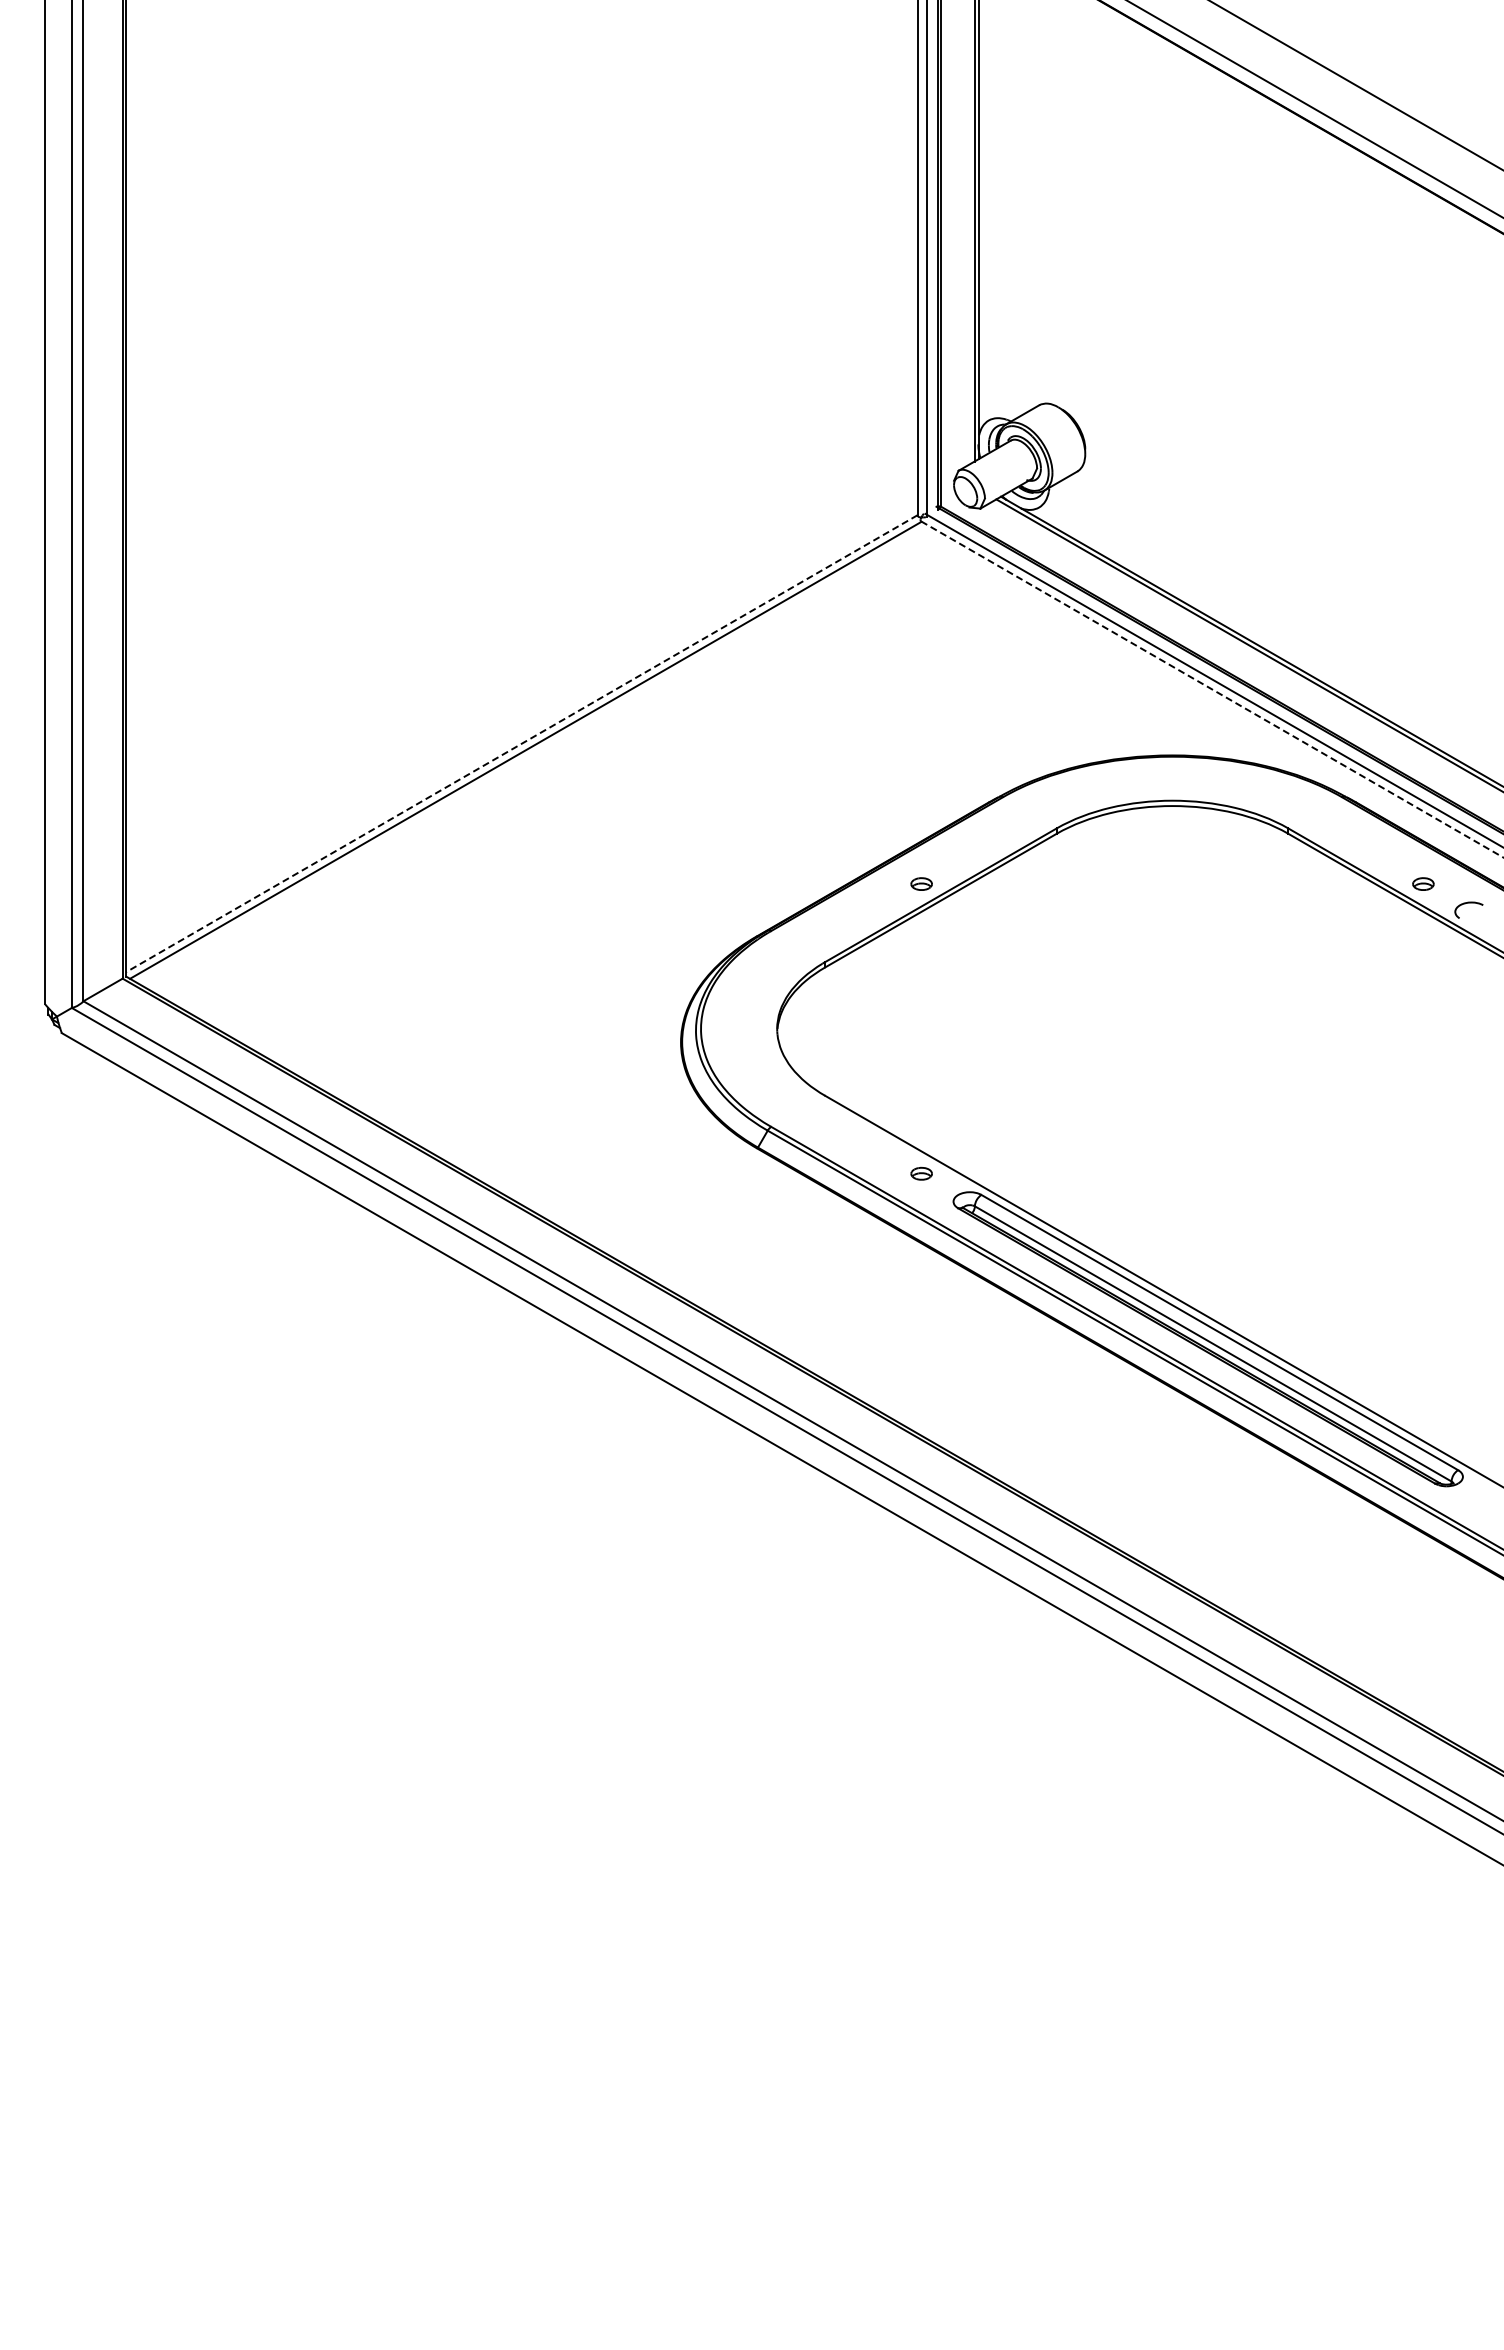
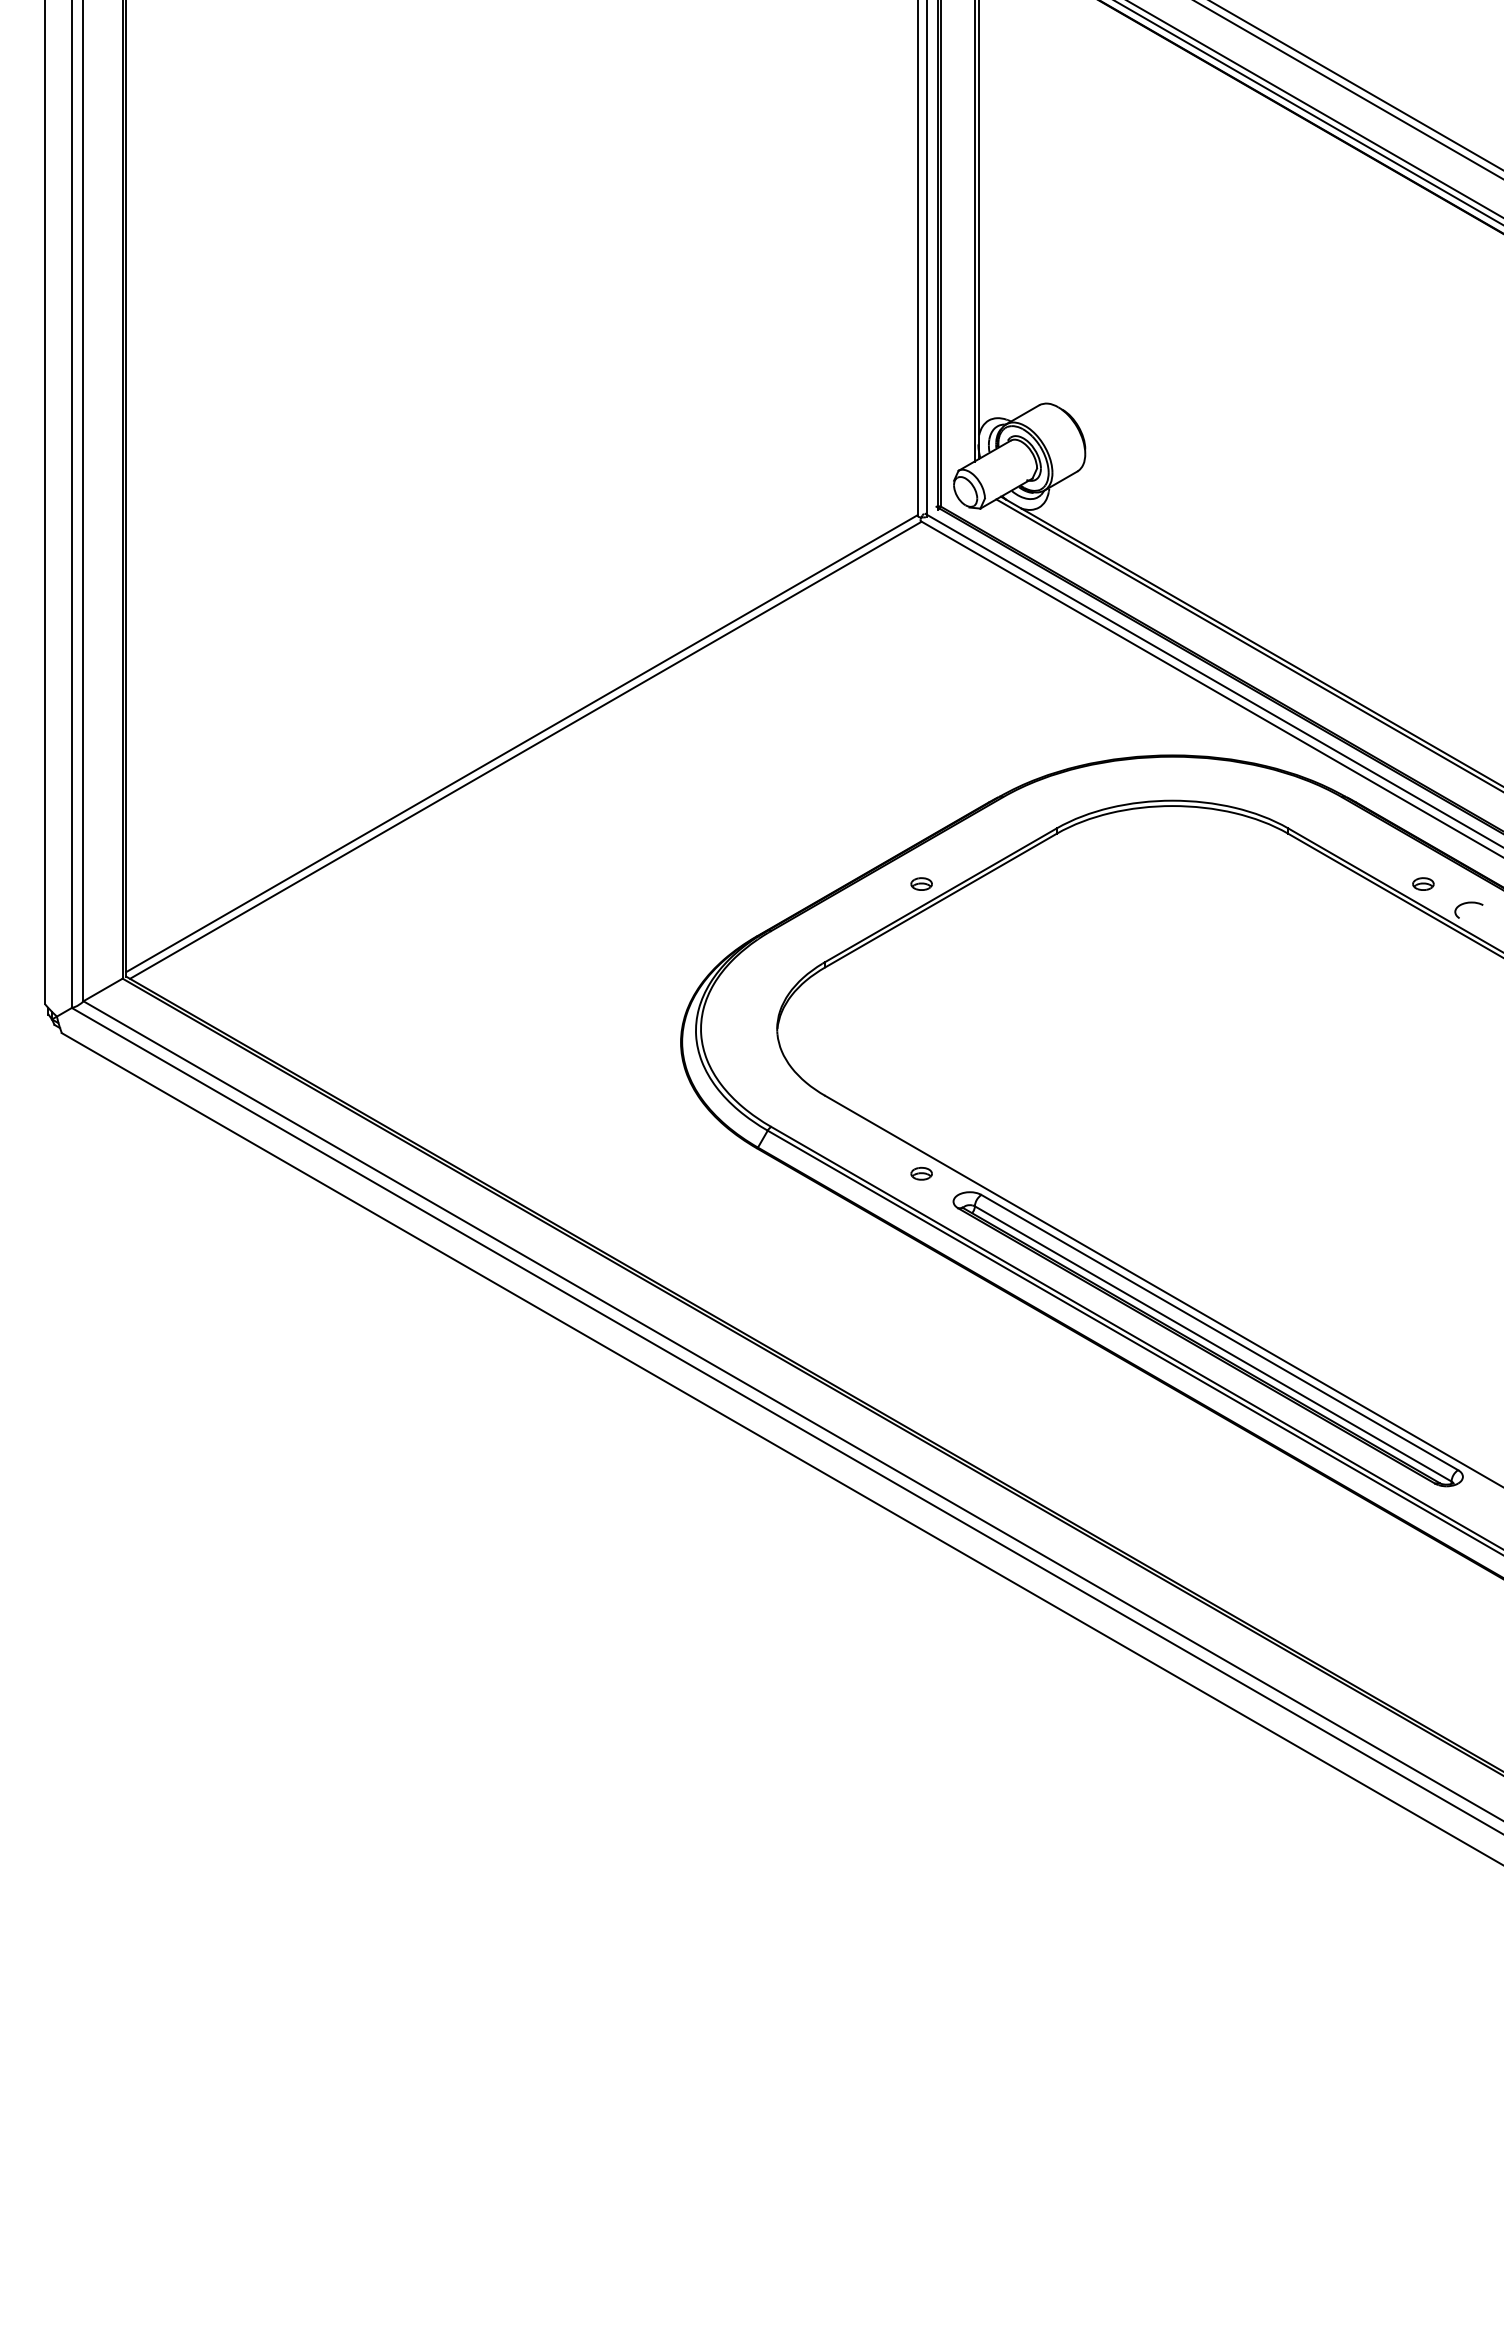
line at (1348, 89): none -> present
line at (1308, 112): none -> present
line at (1212, 689): dashed -> solid
line at (521, 743): dashed -> solid
